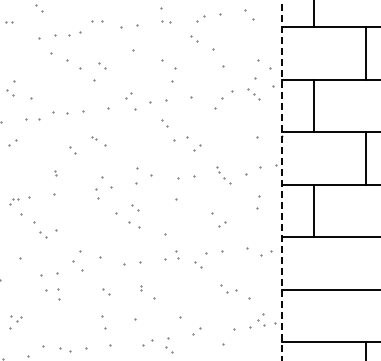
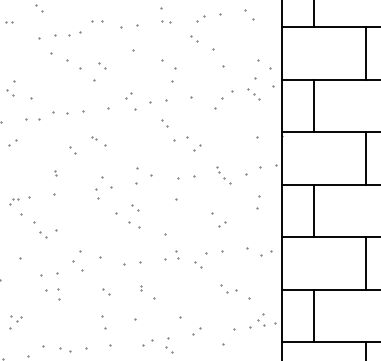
line at (282, 180): dashed -> solid
line at (366, 263): none -> present
line at (313, 315): none -> present
